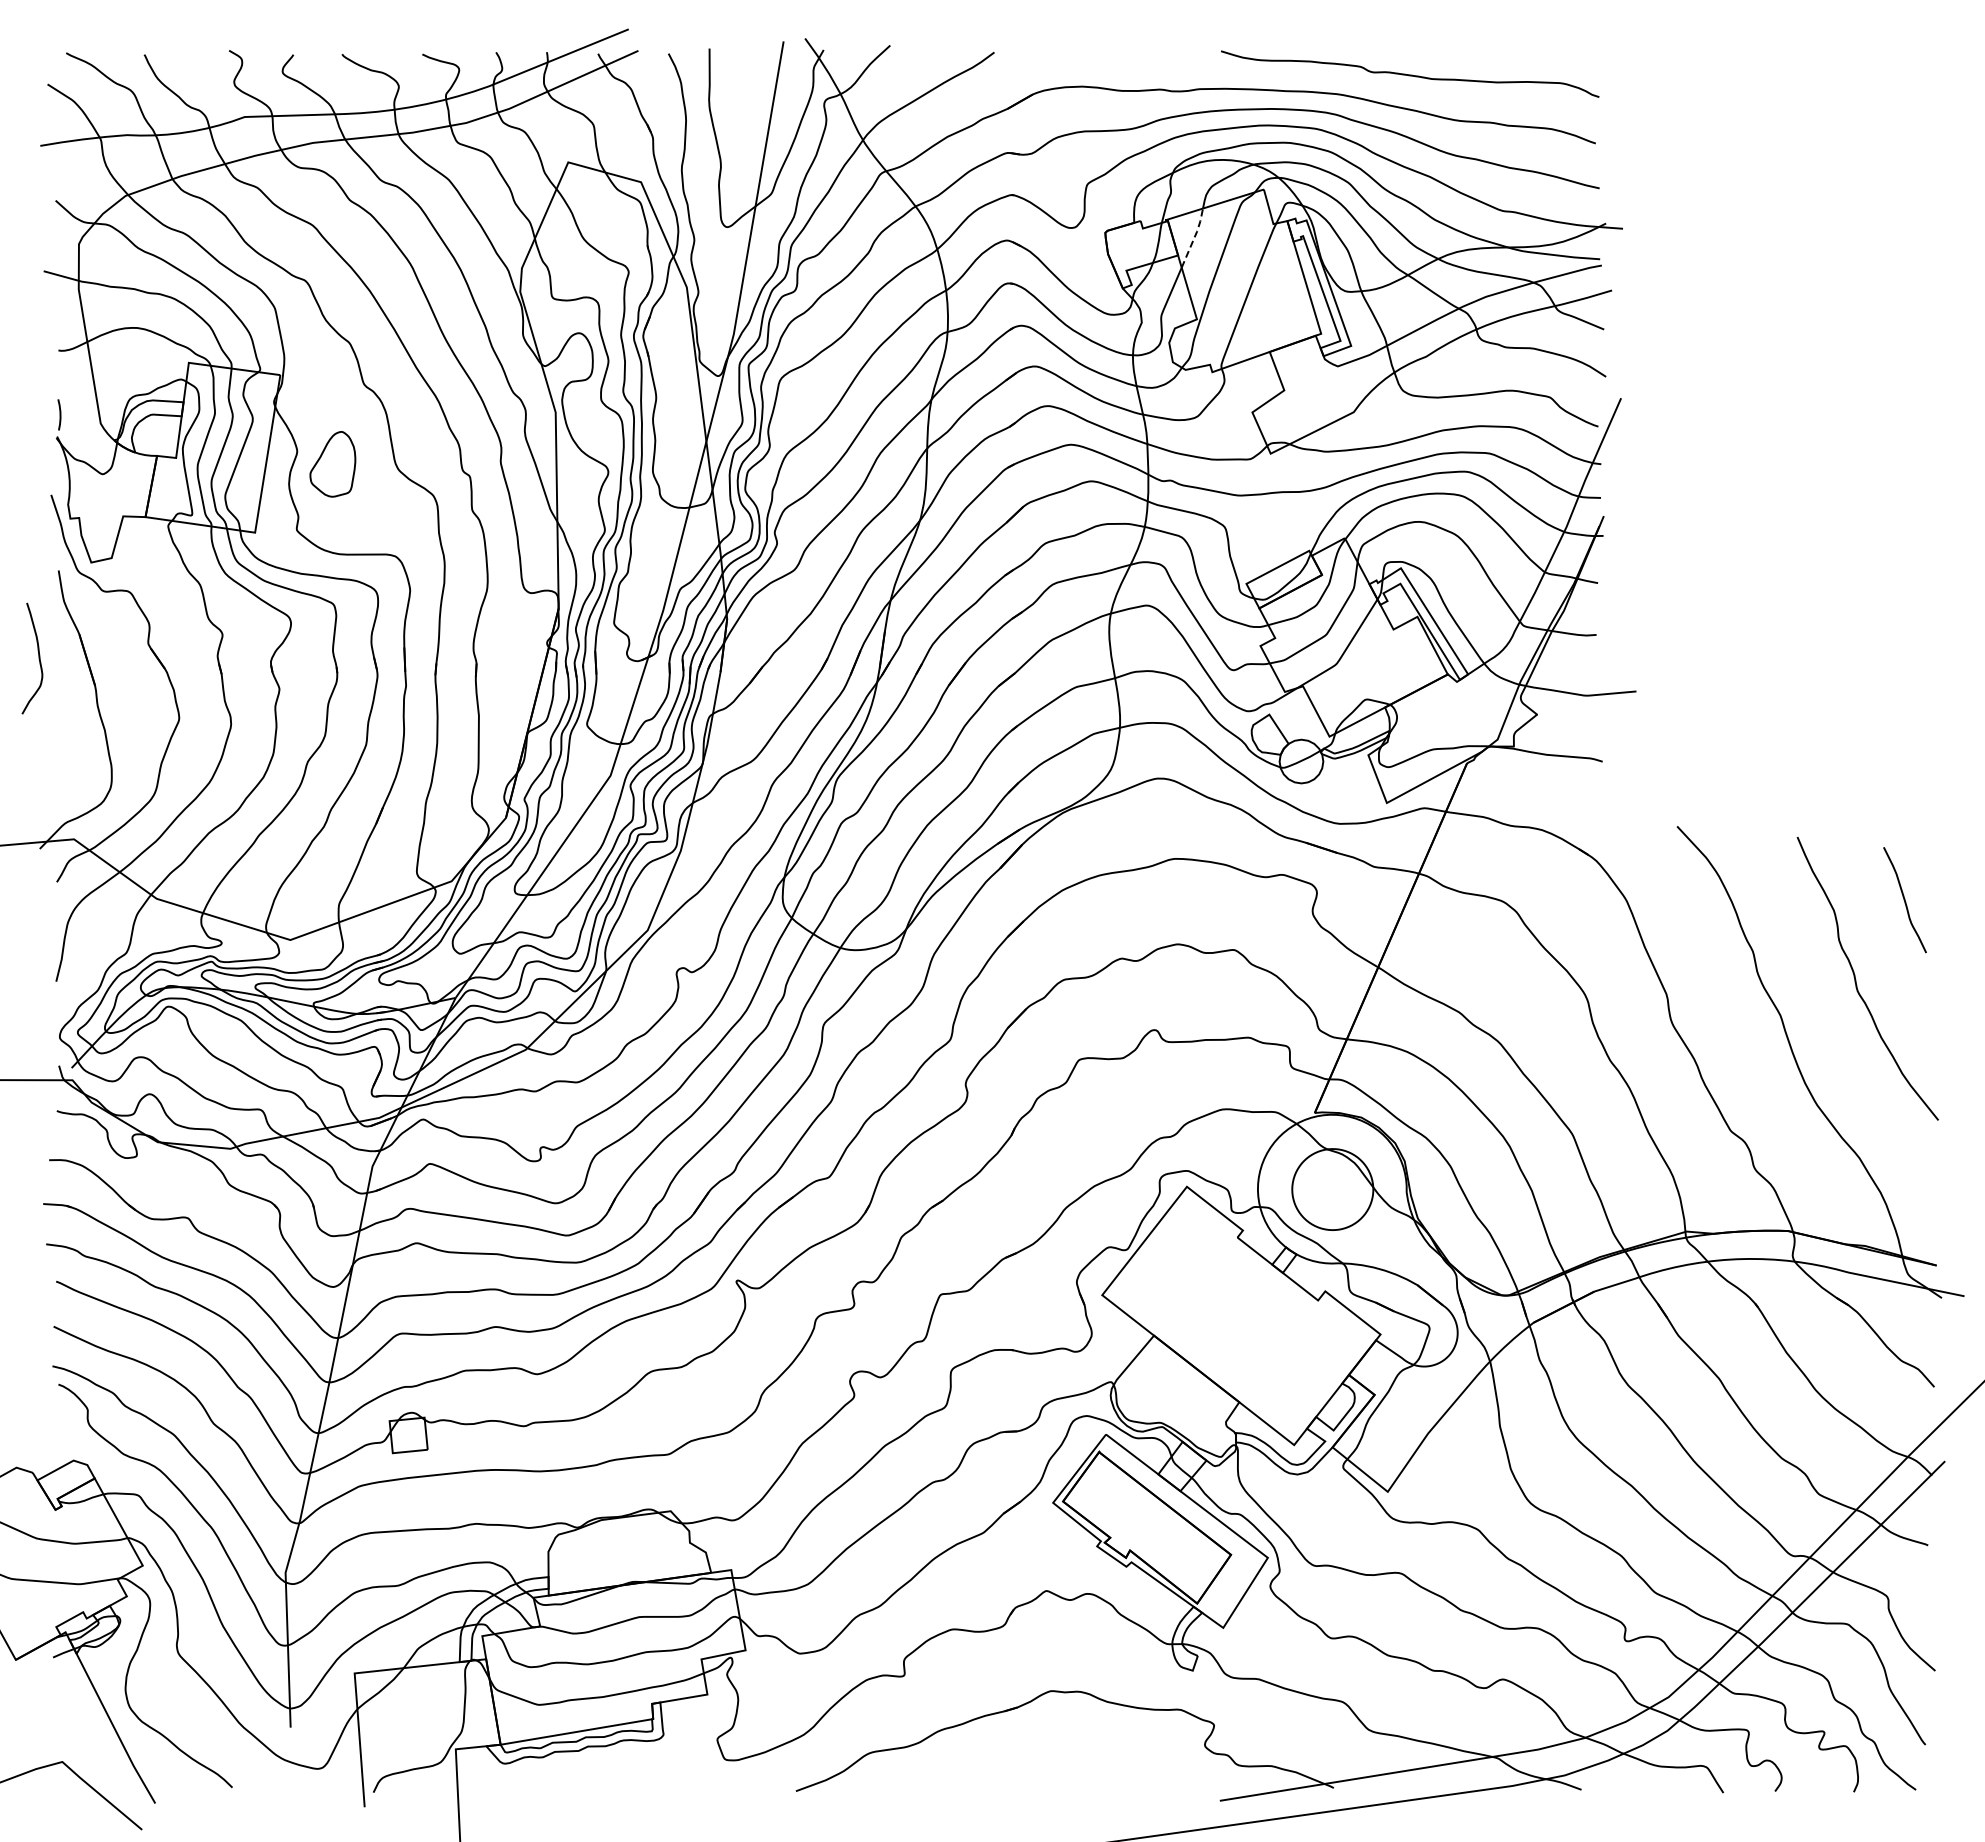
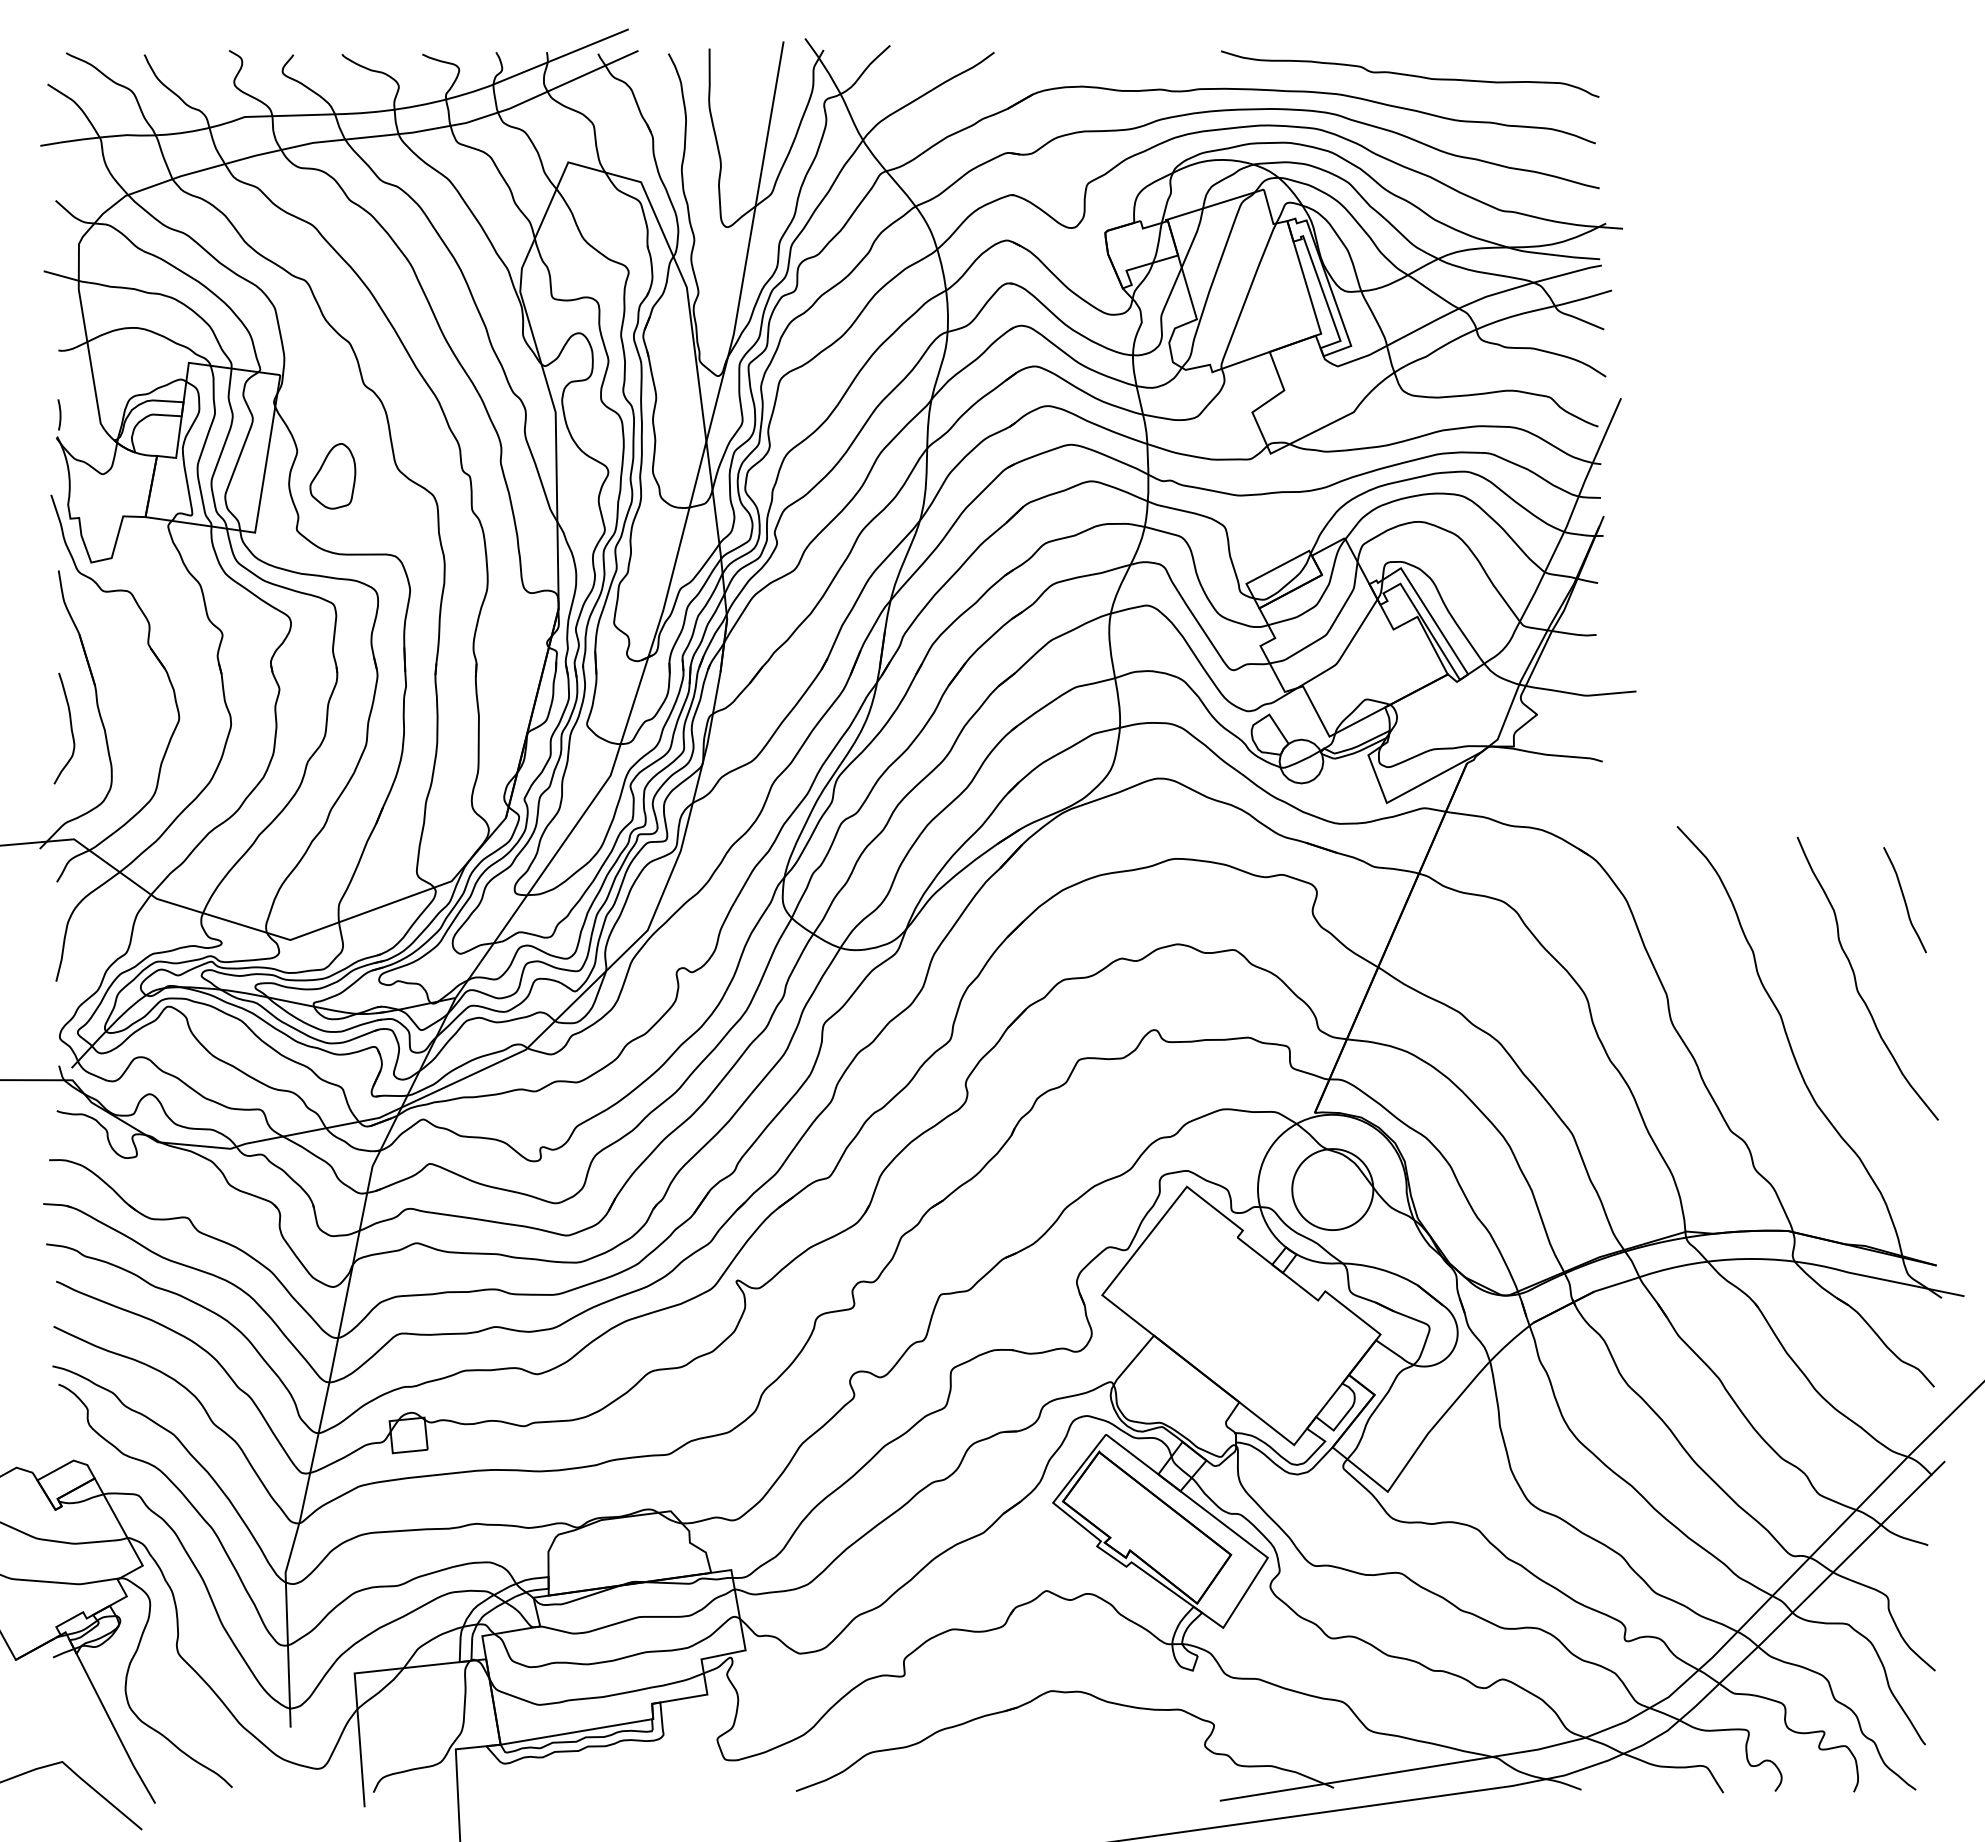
line at (1194, 236): dashed -> solid
part at (332, 464) position: (332, 464) -> (332, 476)
curve at (38, 658) position: (38, 658) -> (70, 728)
